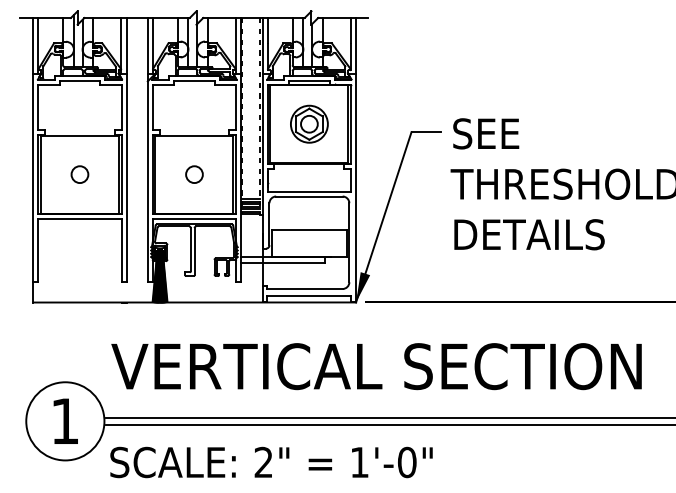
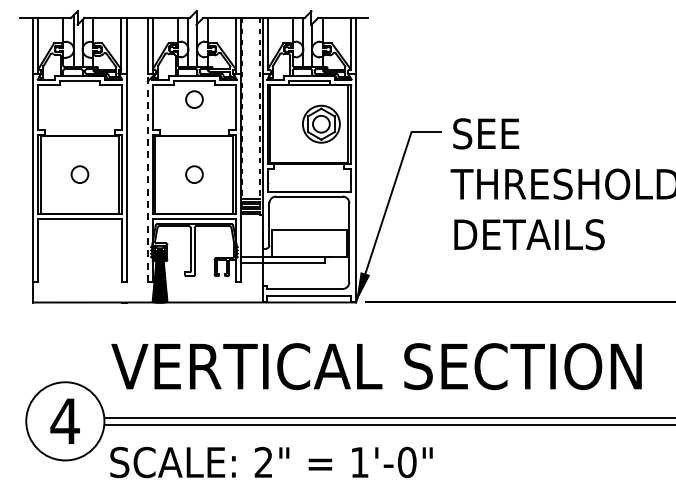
circle at (194, 99): none -> present
part at (309, 123) position: (309, 123) -> (321, 123)
line at (147, 177): solid -> dashed
text at (64, 420): 1 -> 4
